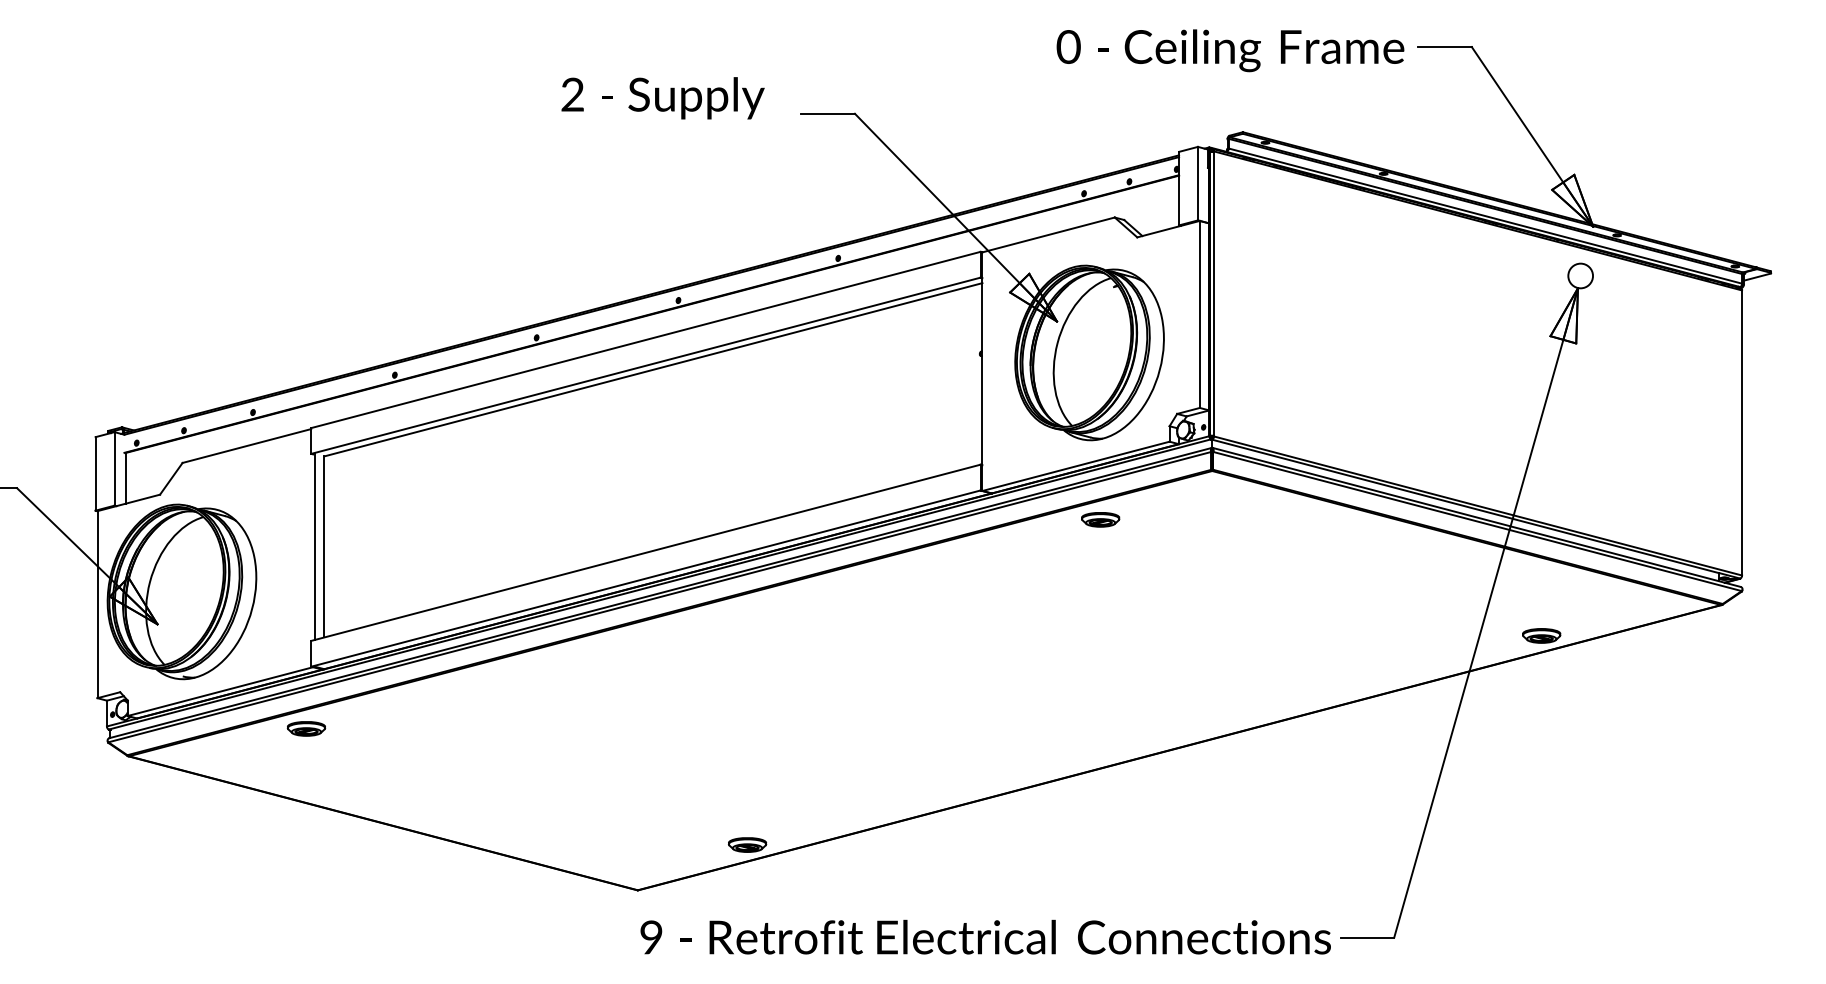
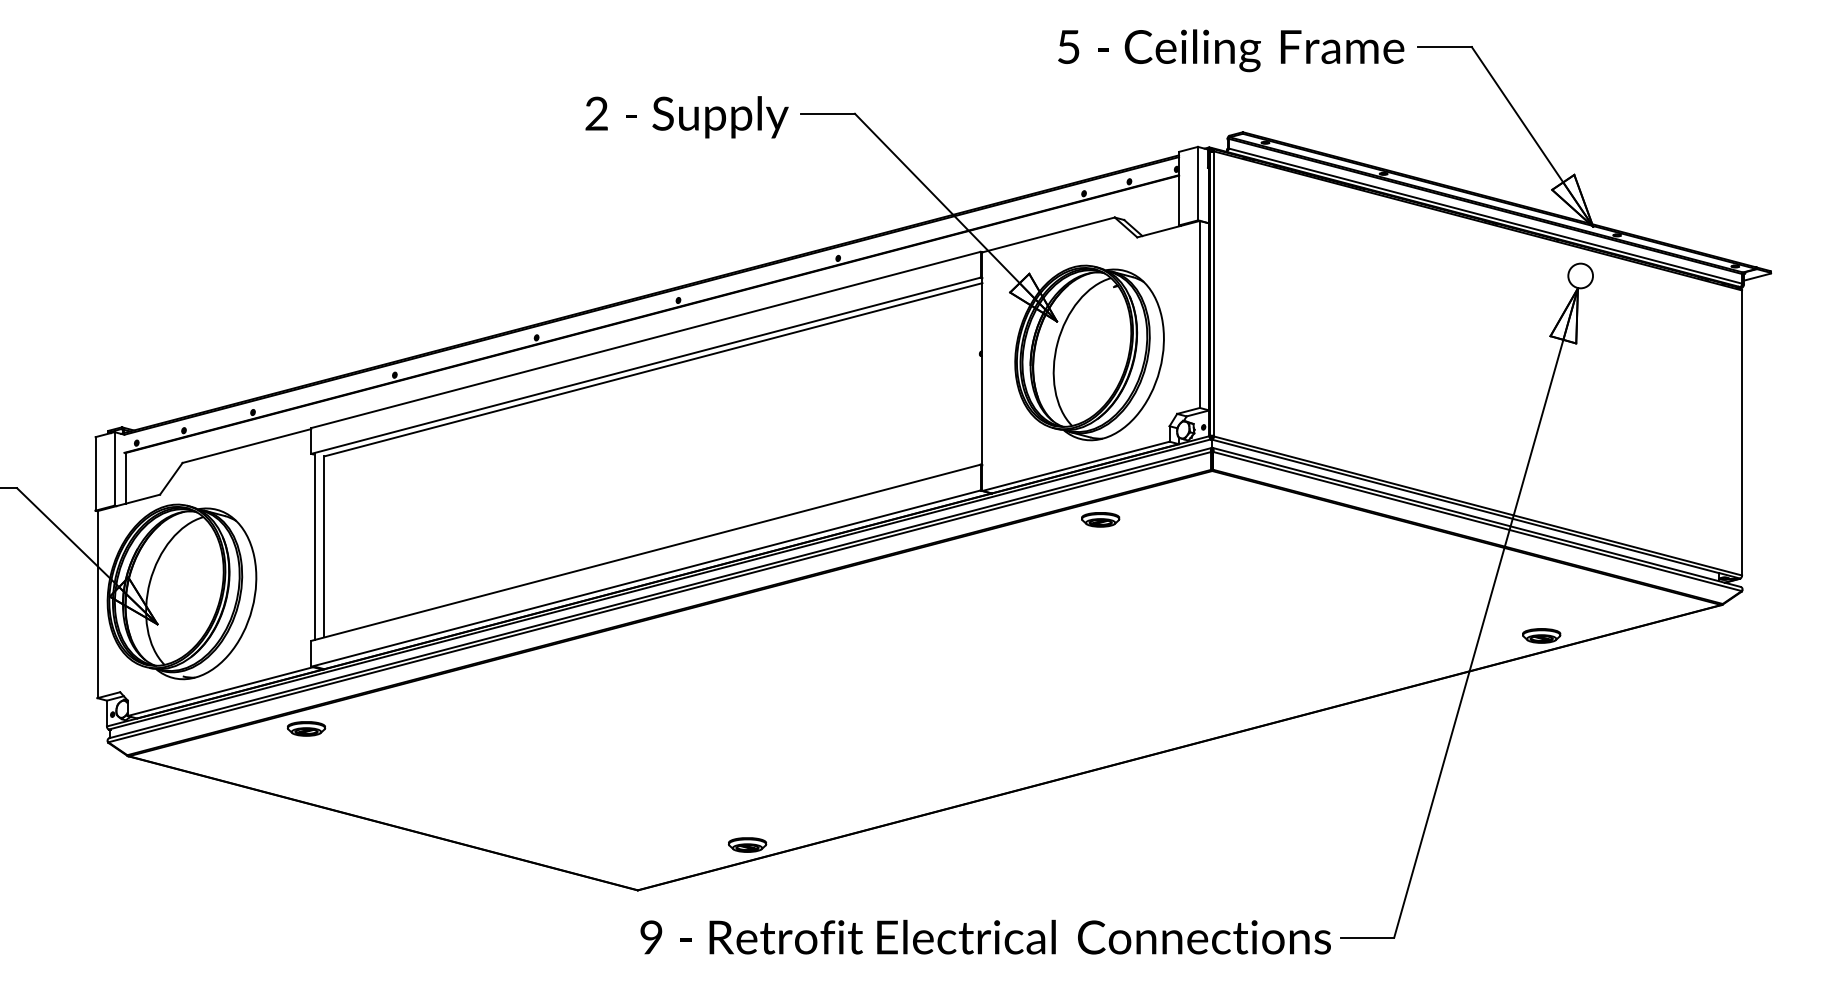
text at (1068, 46): 0 -> 5
text at (662, 98) position: (662, 98) -> (686, 117)
